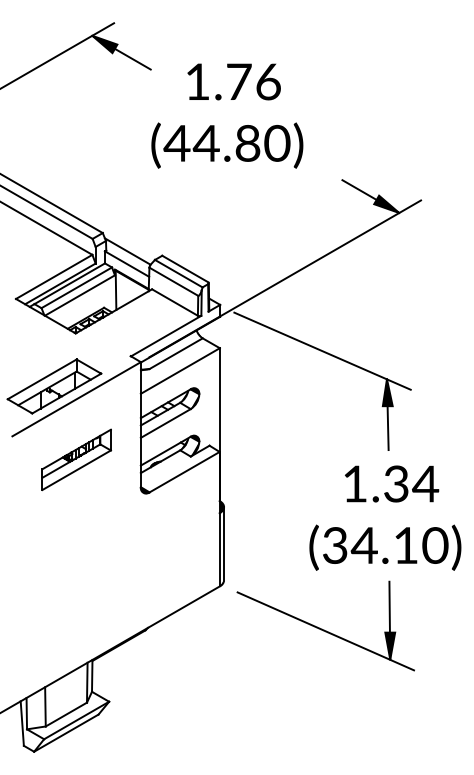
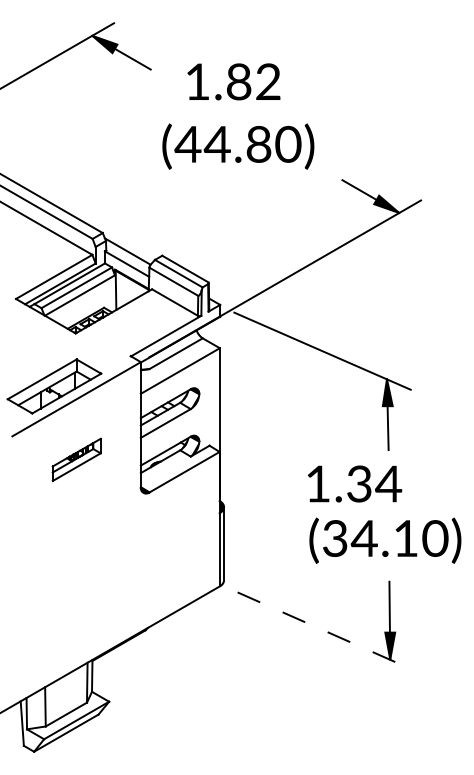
text at (253, 81): 1.76^C -> 1.82^C
text at (227, 145) position: (227, 145) -> (238, 146)
part at (76, 459) size: 72x64 px -> 51x46 px
text at (392, 483) position: (392, 483) -> (355, 483)
text at (385, 547) position: (385, 547) -> (385, 540)
line at (326, 631): solid -> dashed
